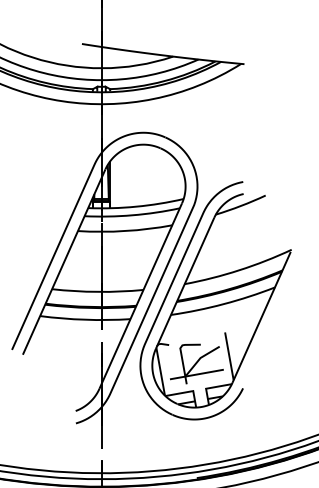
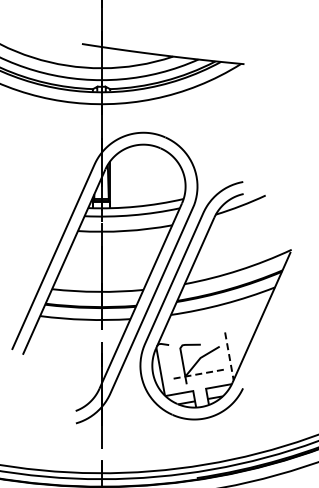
line at (229, 356): solid -> dashed
line at (196, 374): solid -> dashed
